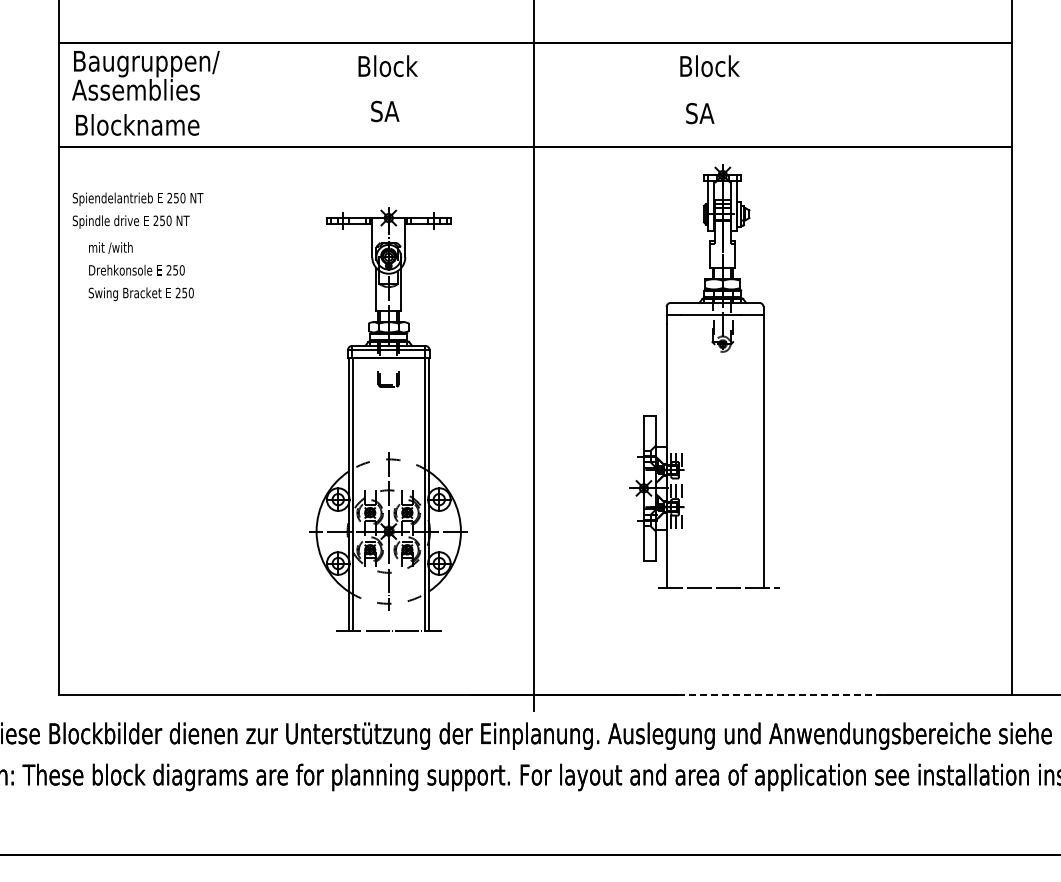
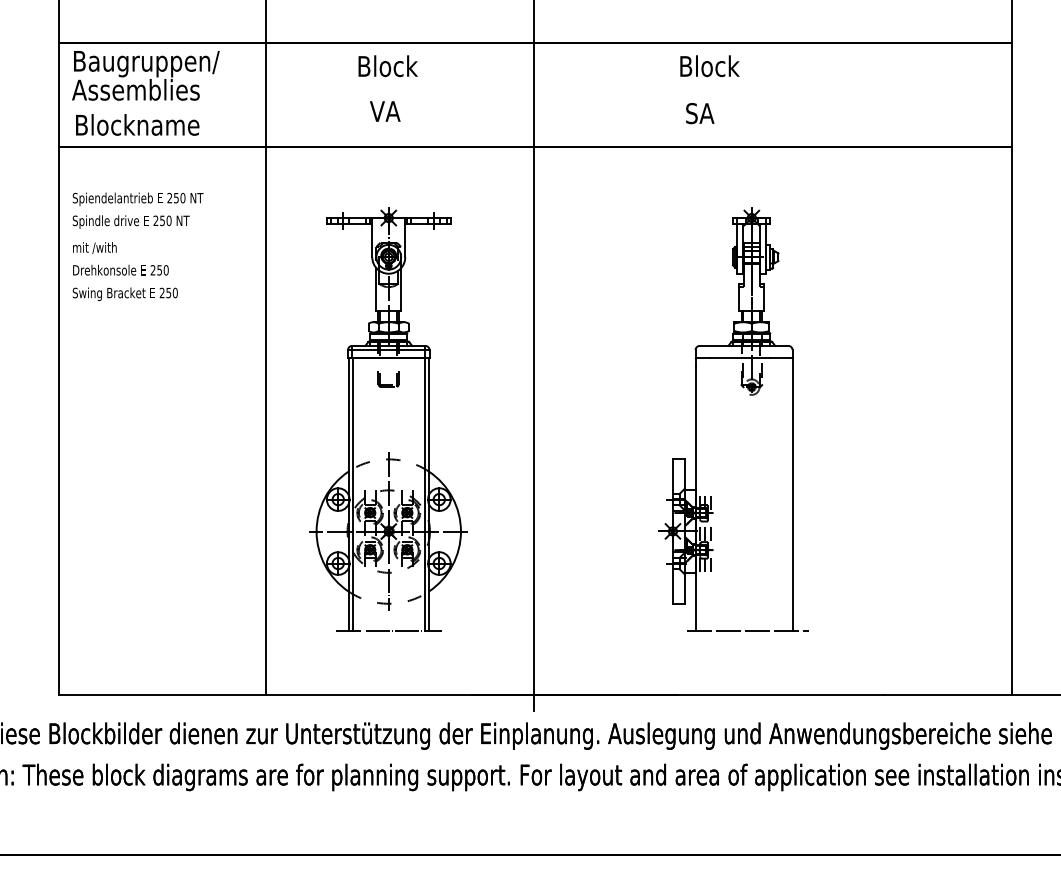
text at (385, 111): SA -> VA
text at (140, 271) position: (140, 271) -> (124, 271)
line at (265, 348): none -> present
part at (720, 352) position: (720, 352) -> (749, 395)
line at (781, 694): dashed -> solid
